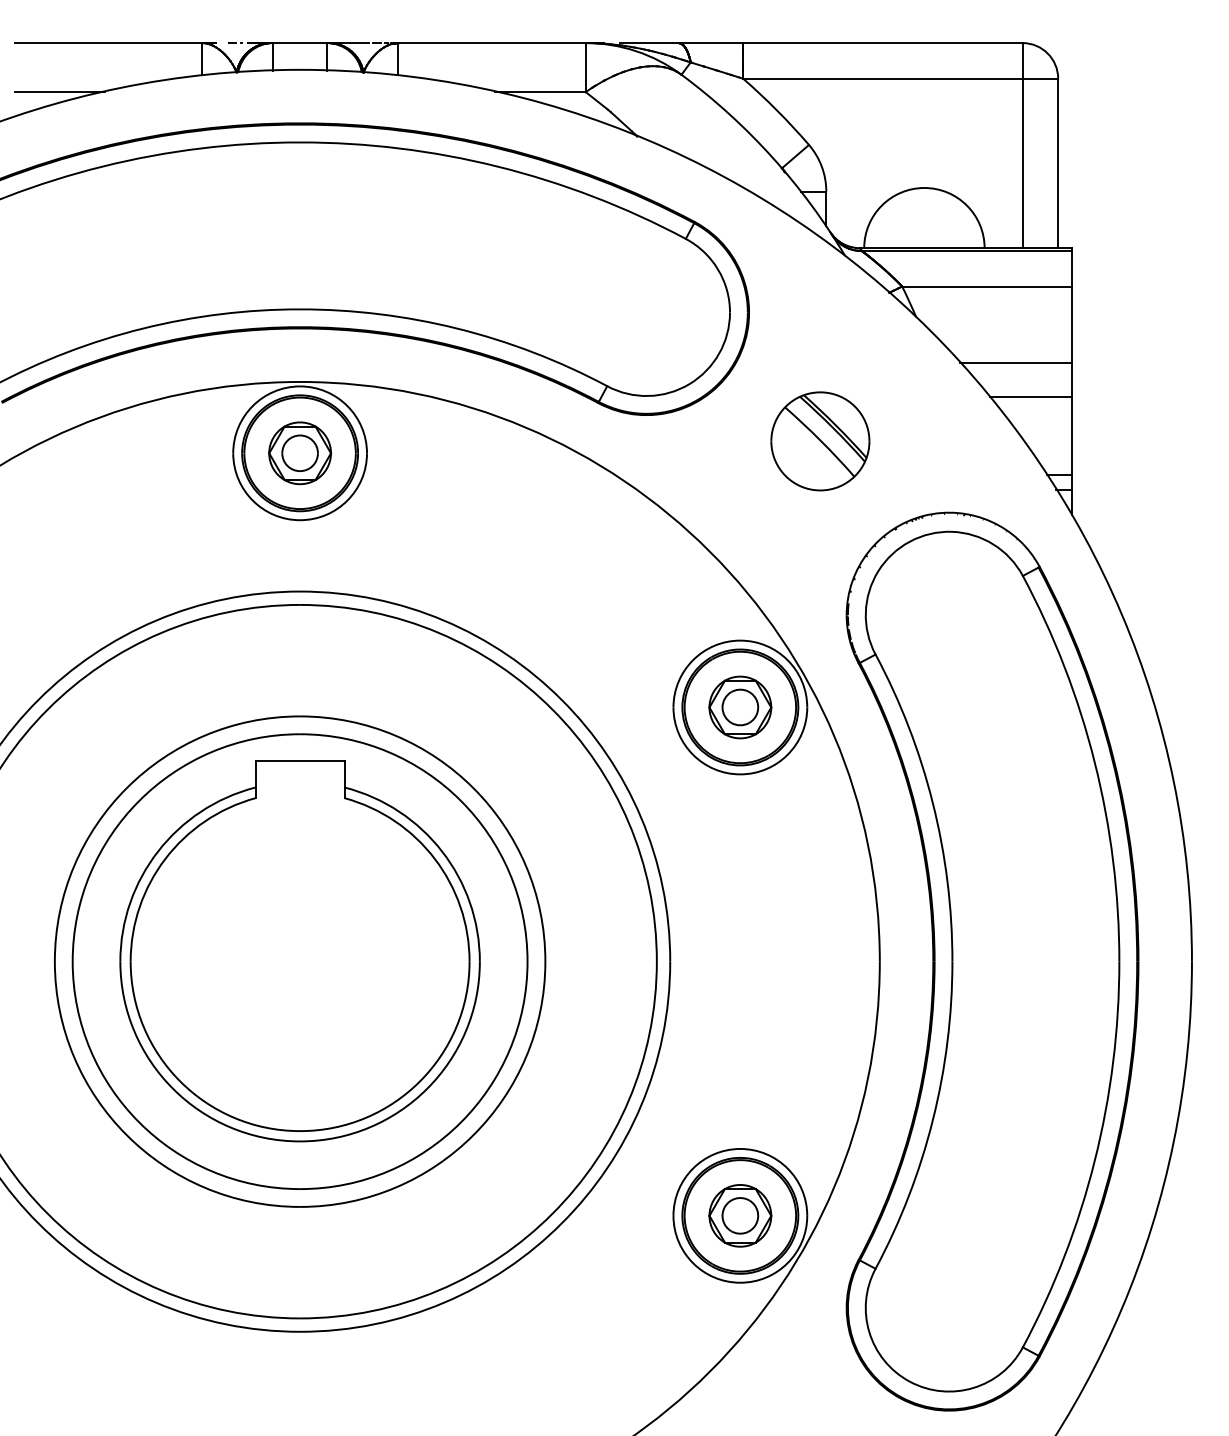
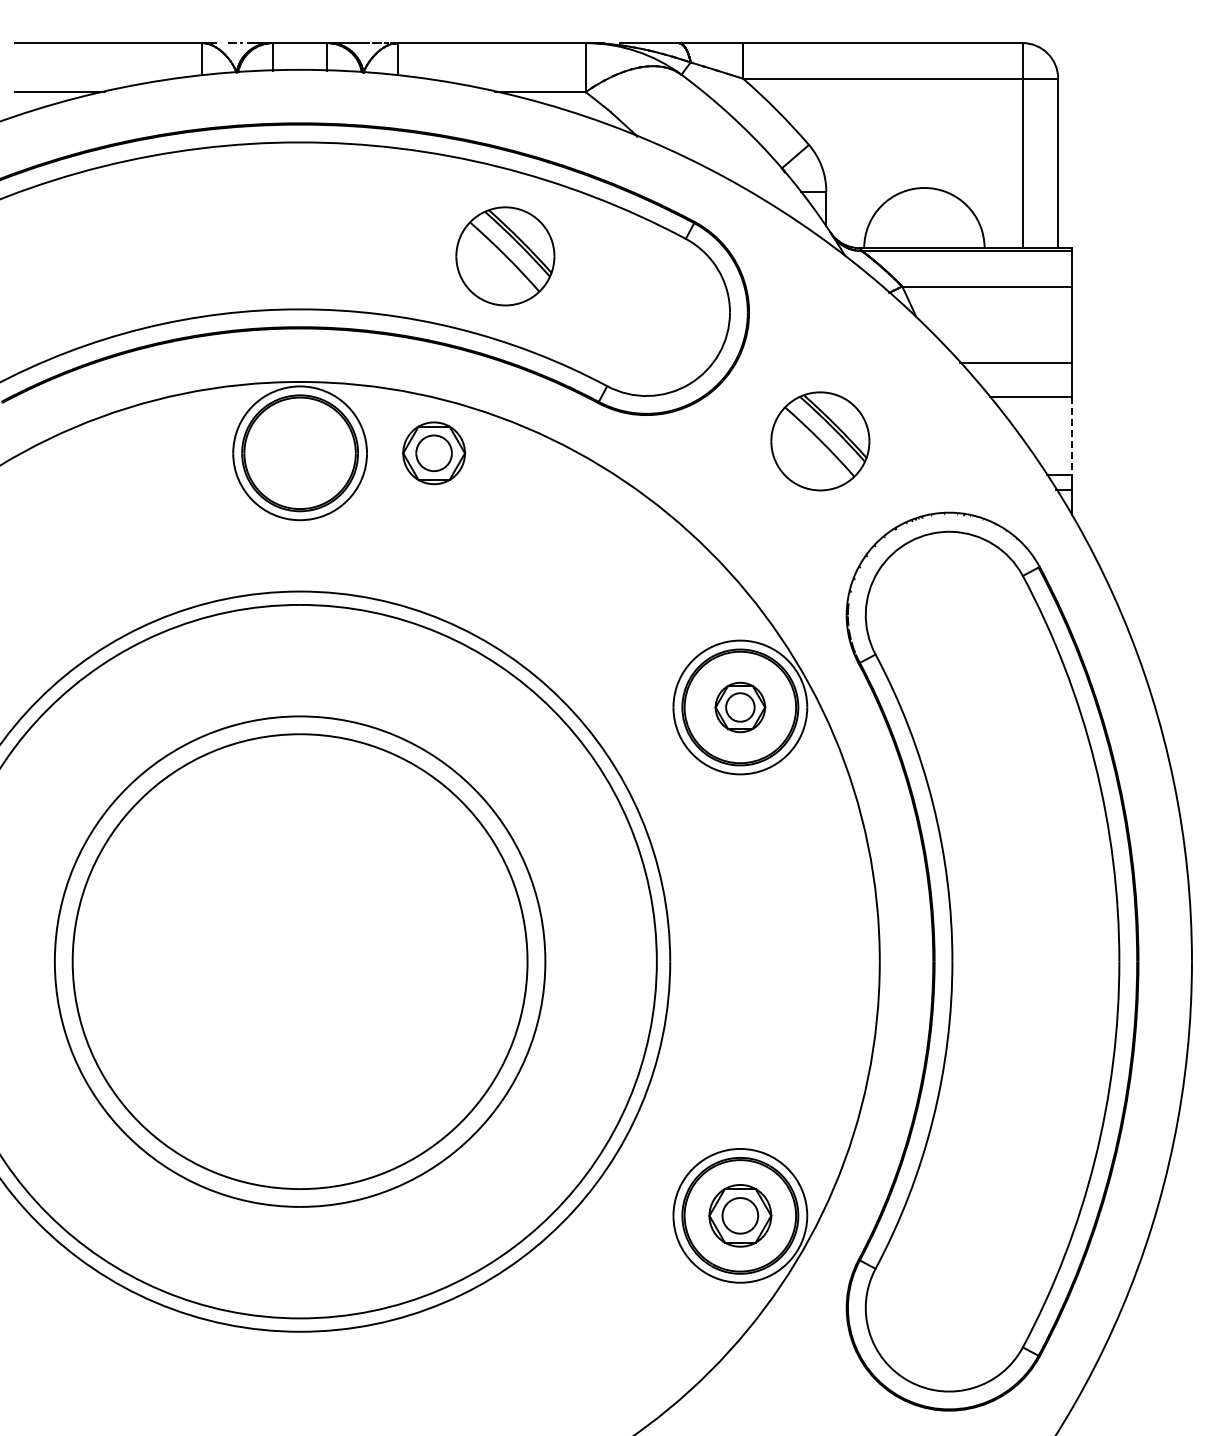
part at (505, 256): none -> present
line at (1071, 436): solid -> dashed
part at (300, 453) position: (300, 453) -> (434, 453)
part at (740, 707) size: 65x65 px -> 53x53 px
part at (299, 951): present -> none
